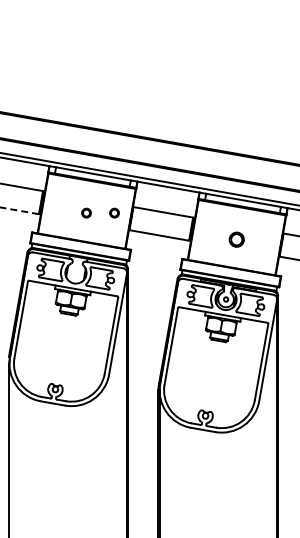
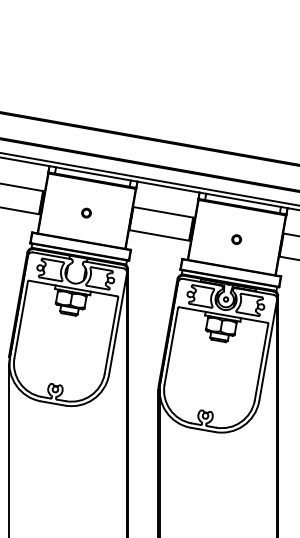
line at (19, 210): dashed -> solid
part at (114, 212): present -> none
part at (236, 239) size: 17x17 px -> 11x11 px
